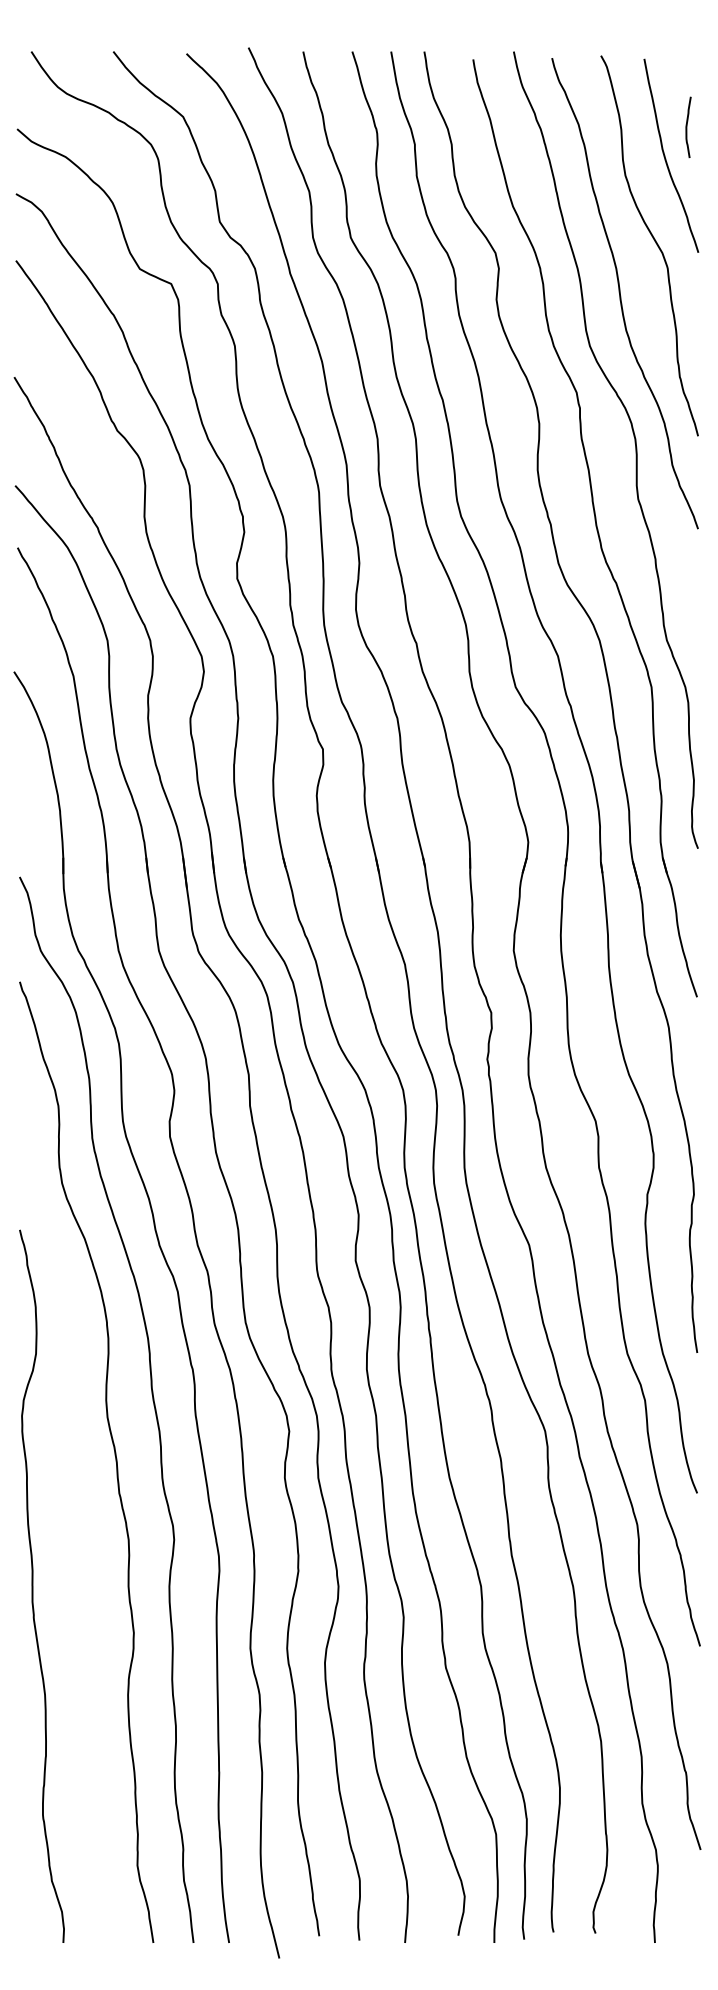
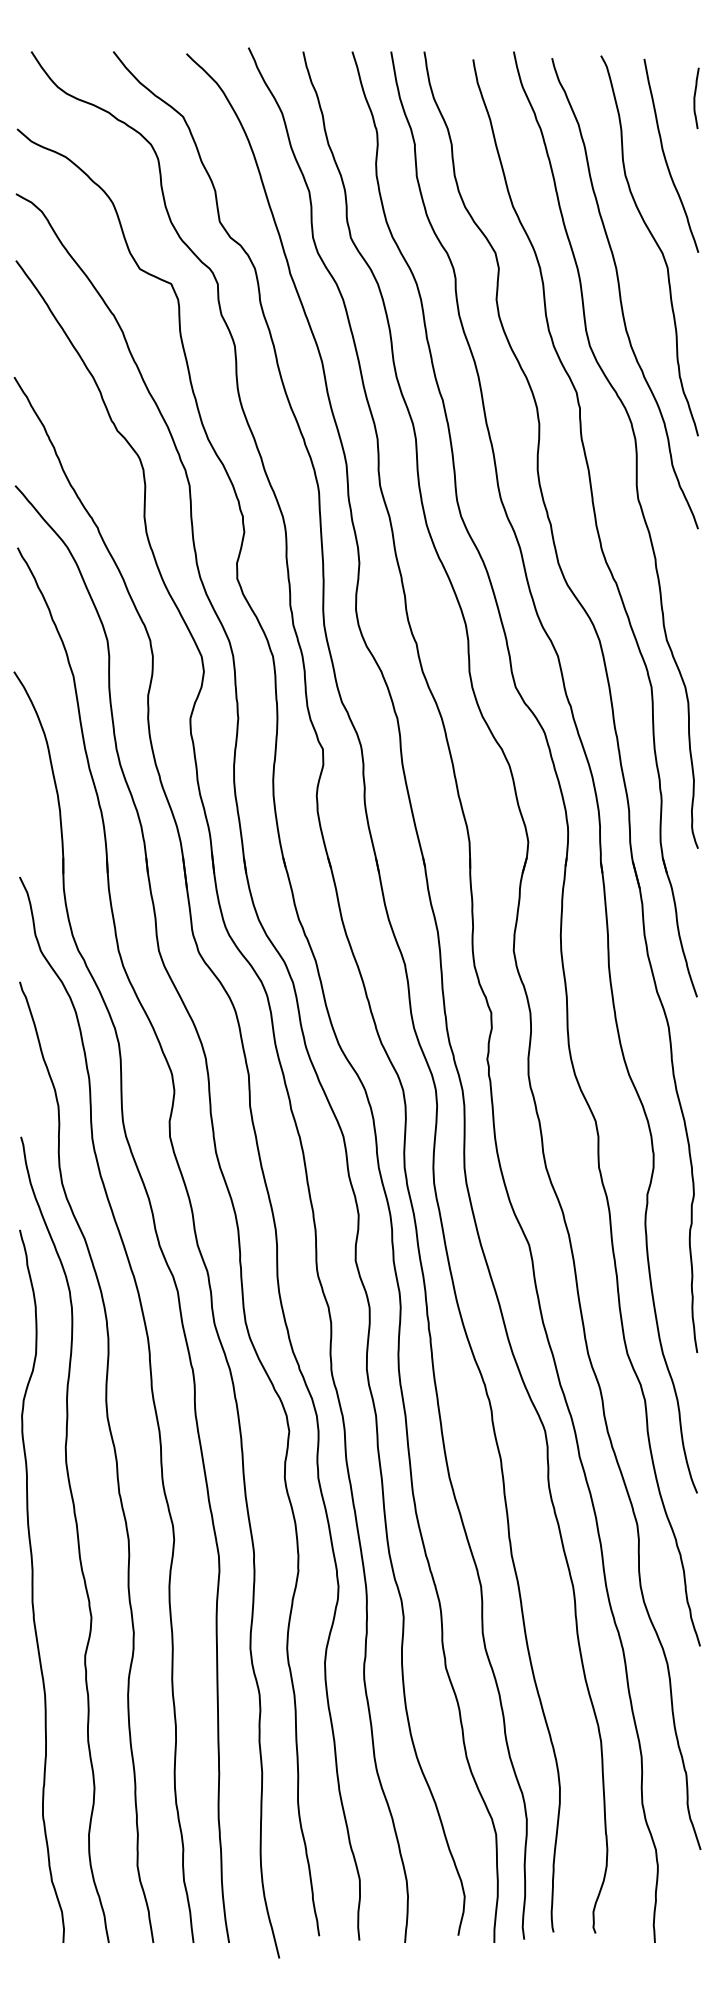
curve at (687, 127) position: (687, 127) -> (695, 98)
curve at (76, 1534): none -> present
